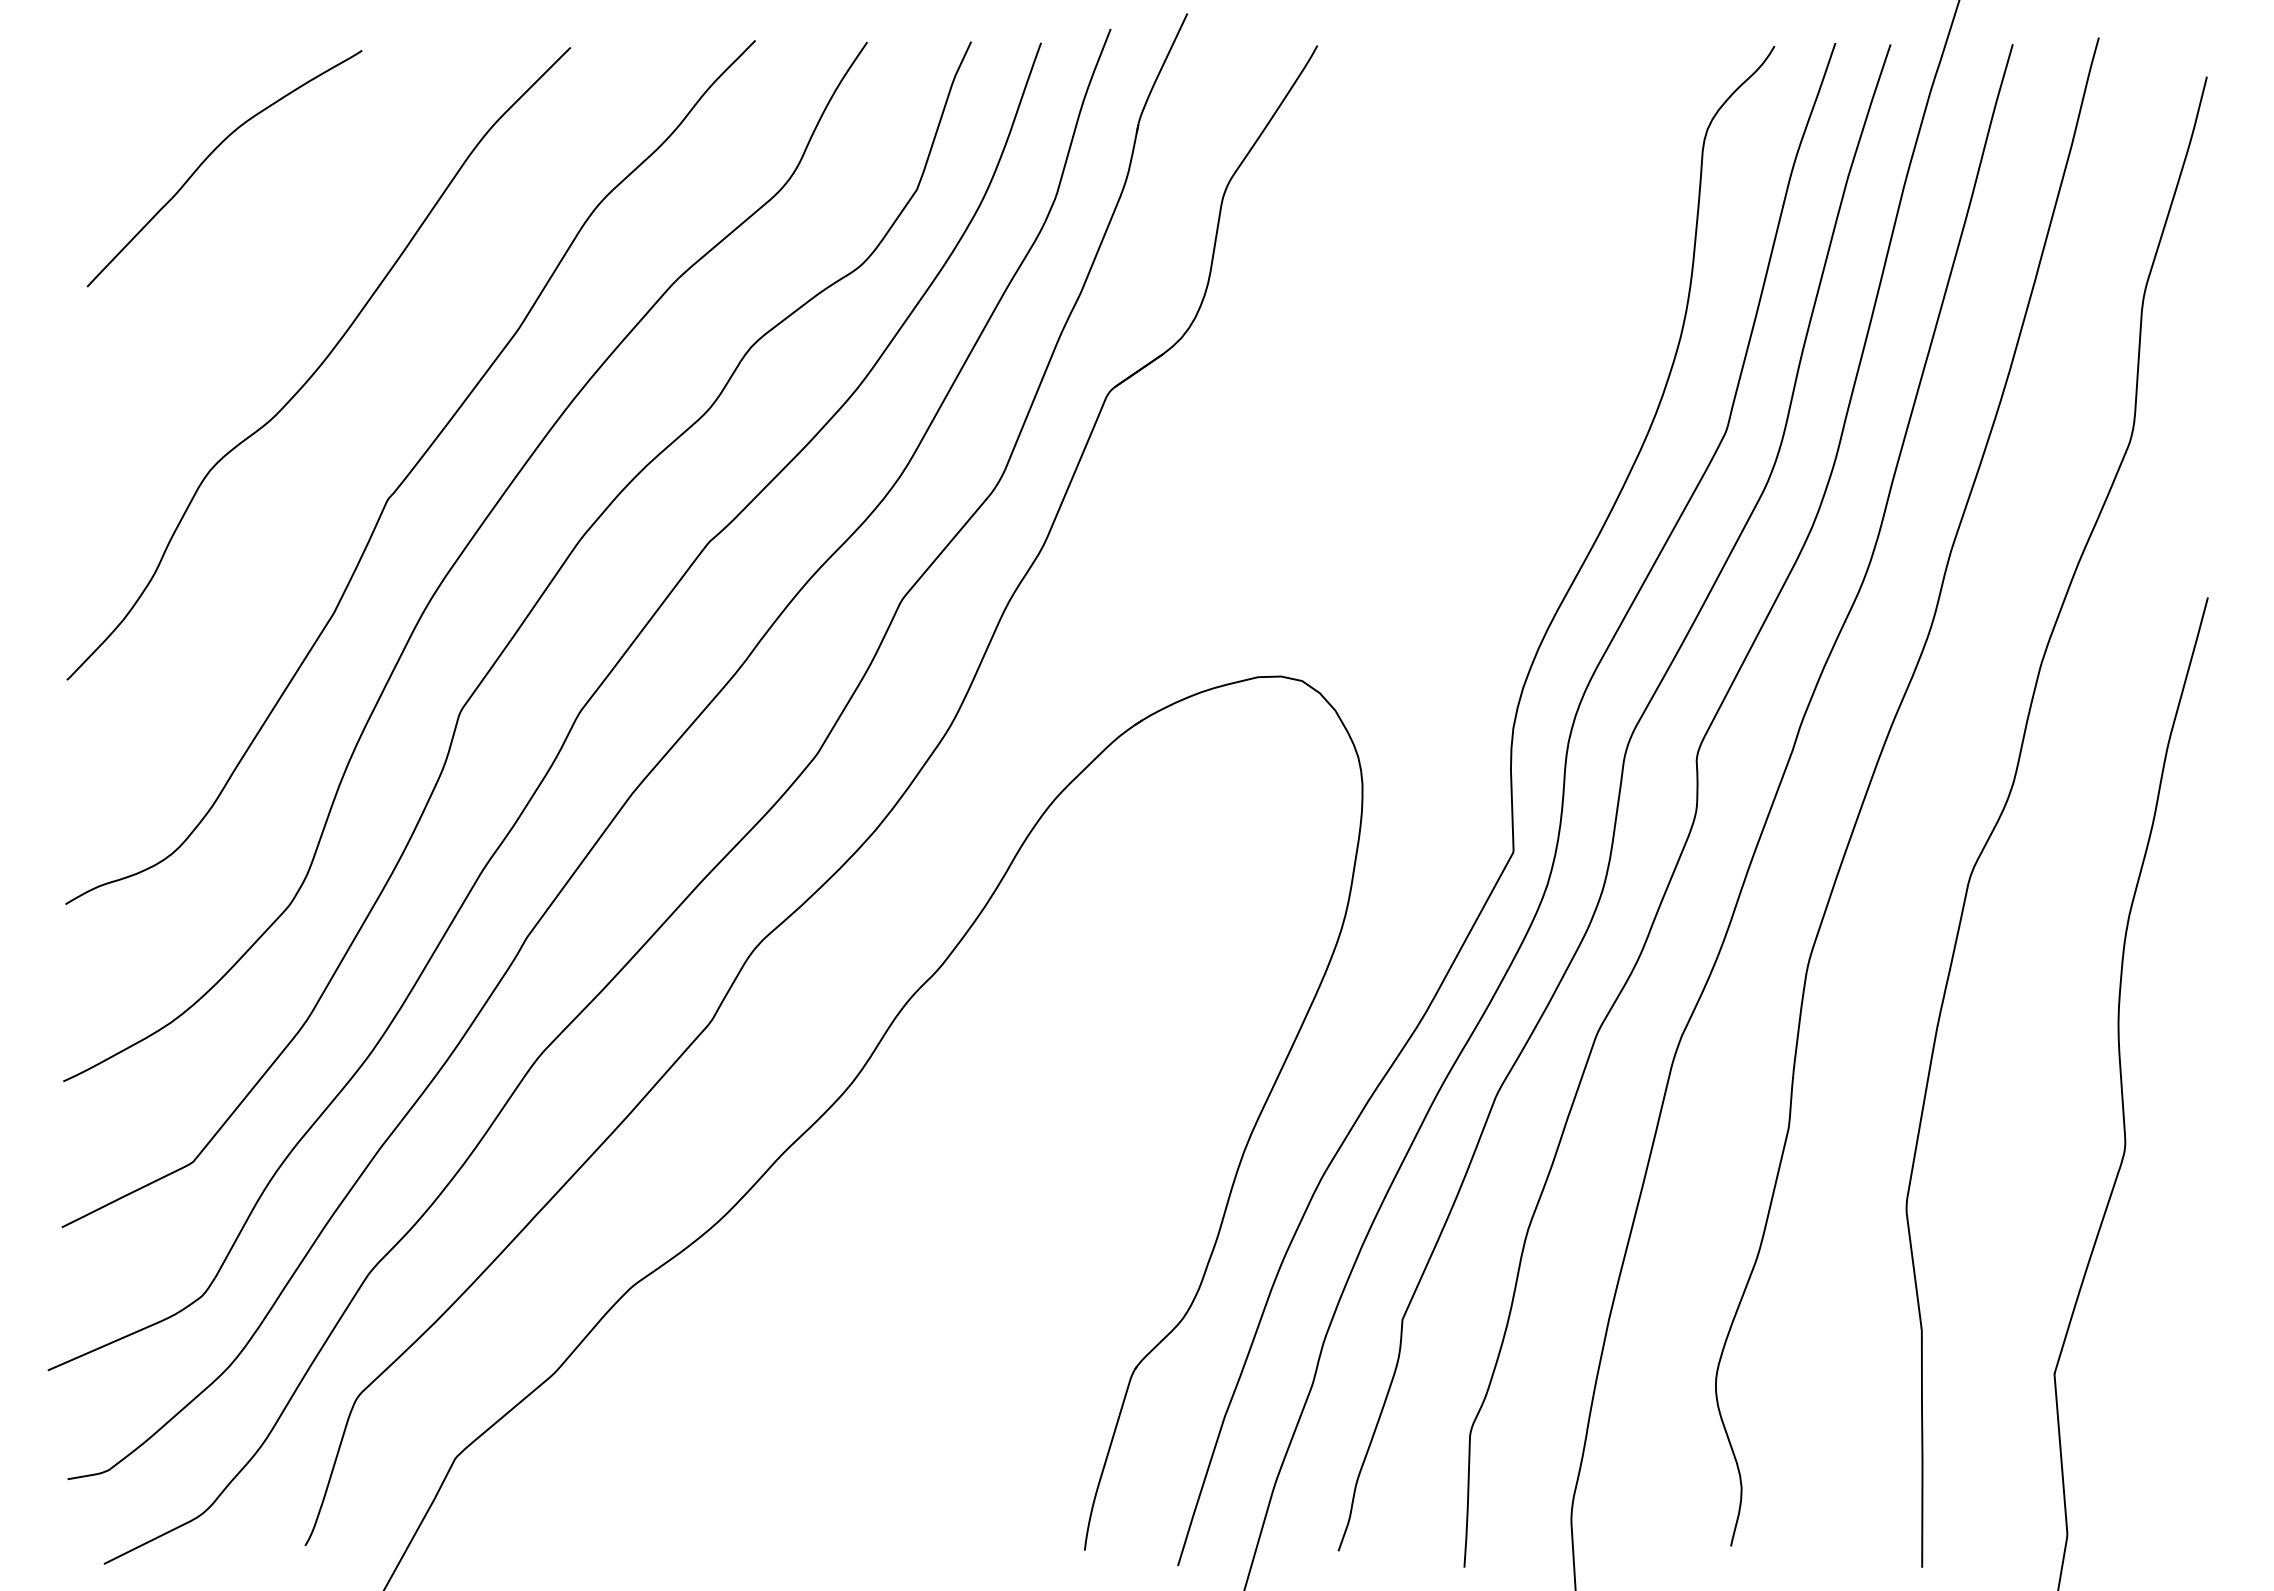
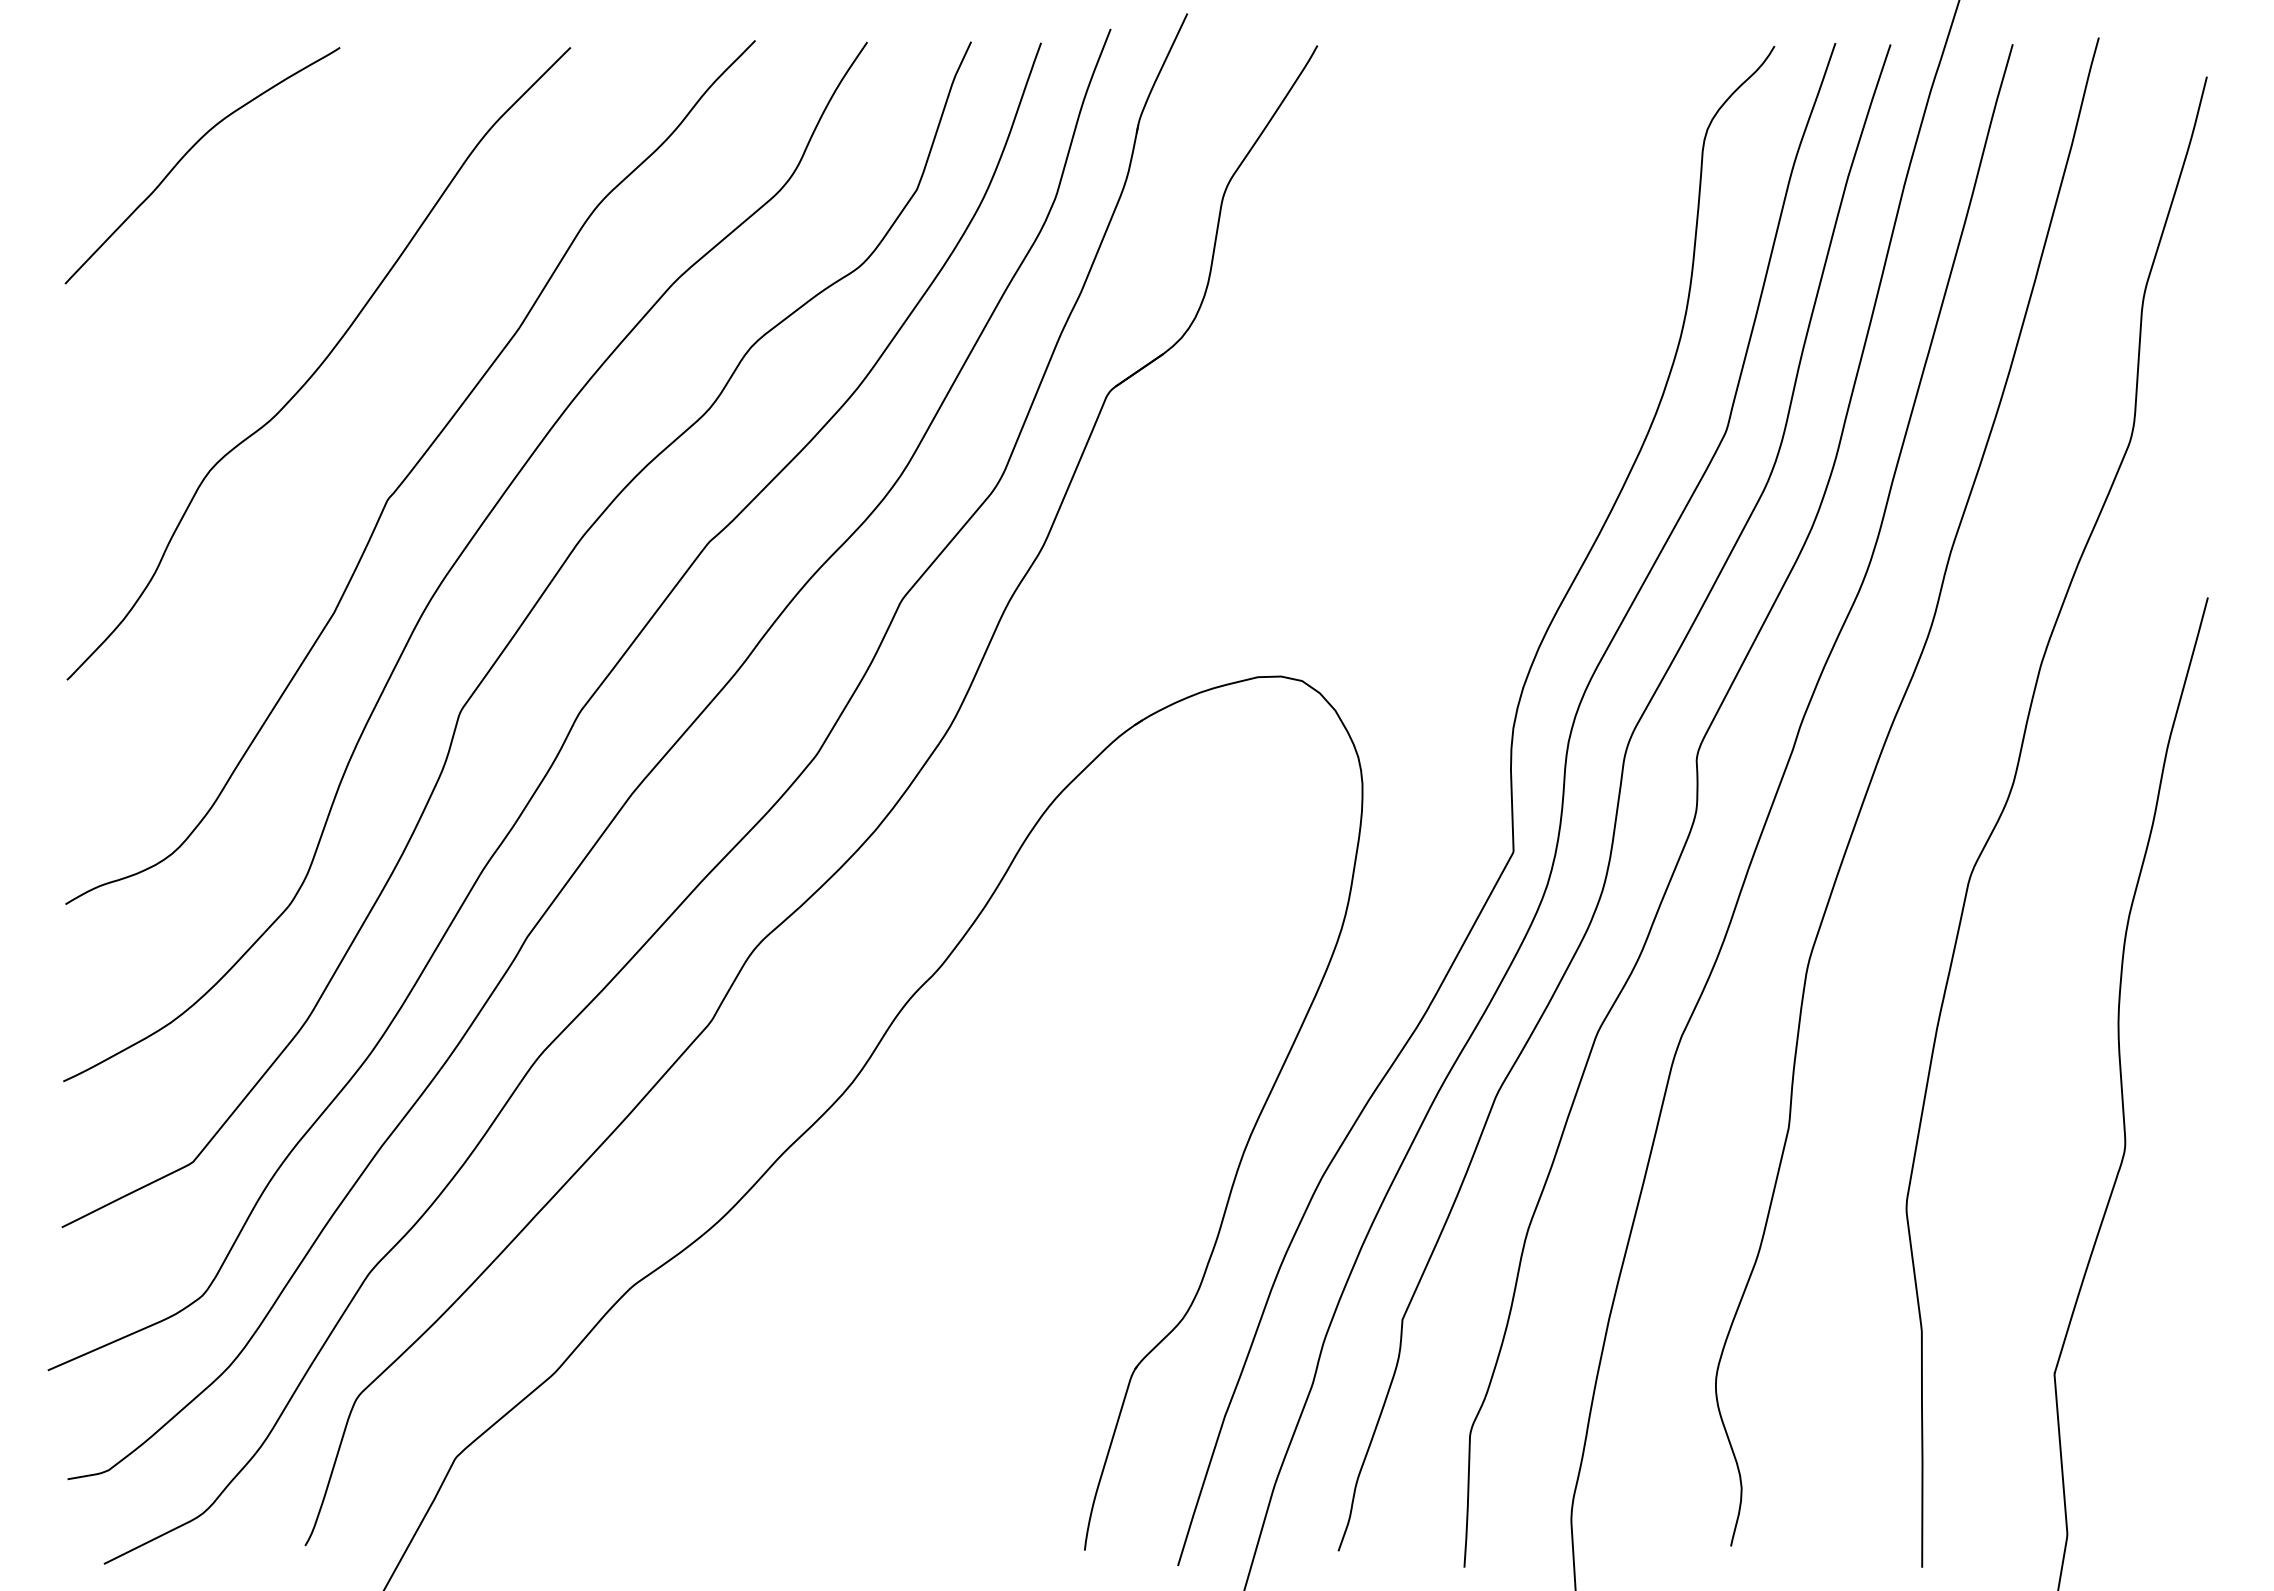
curve at (211, 154) position: (211, 154) -> (189, 151)
